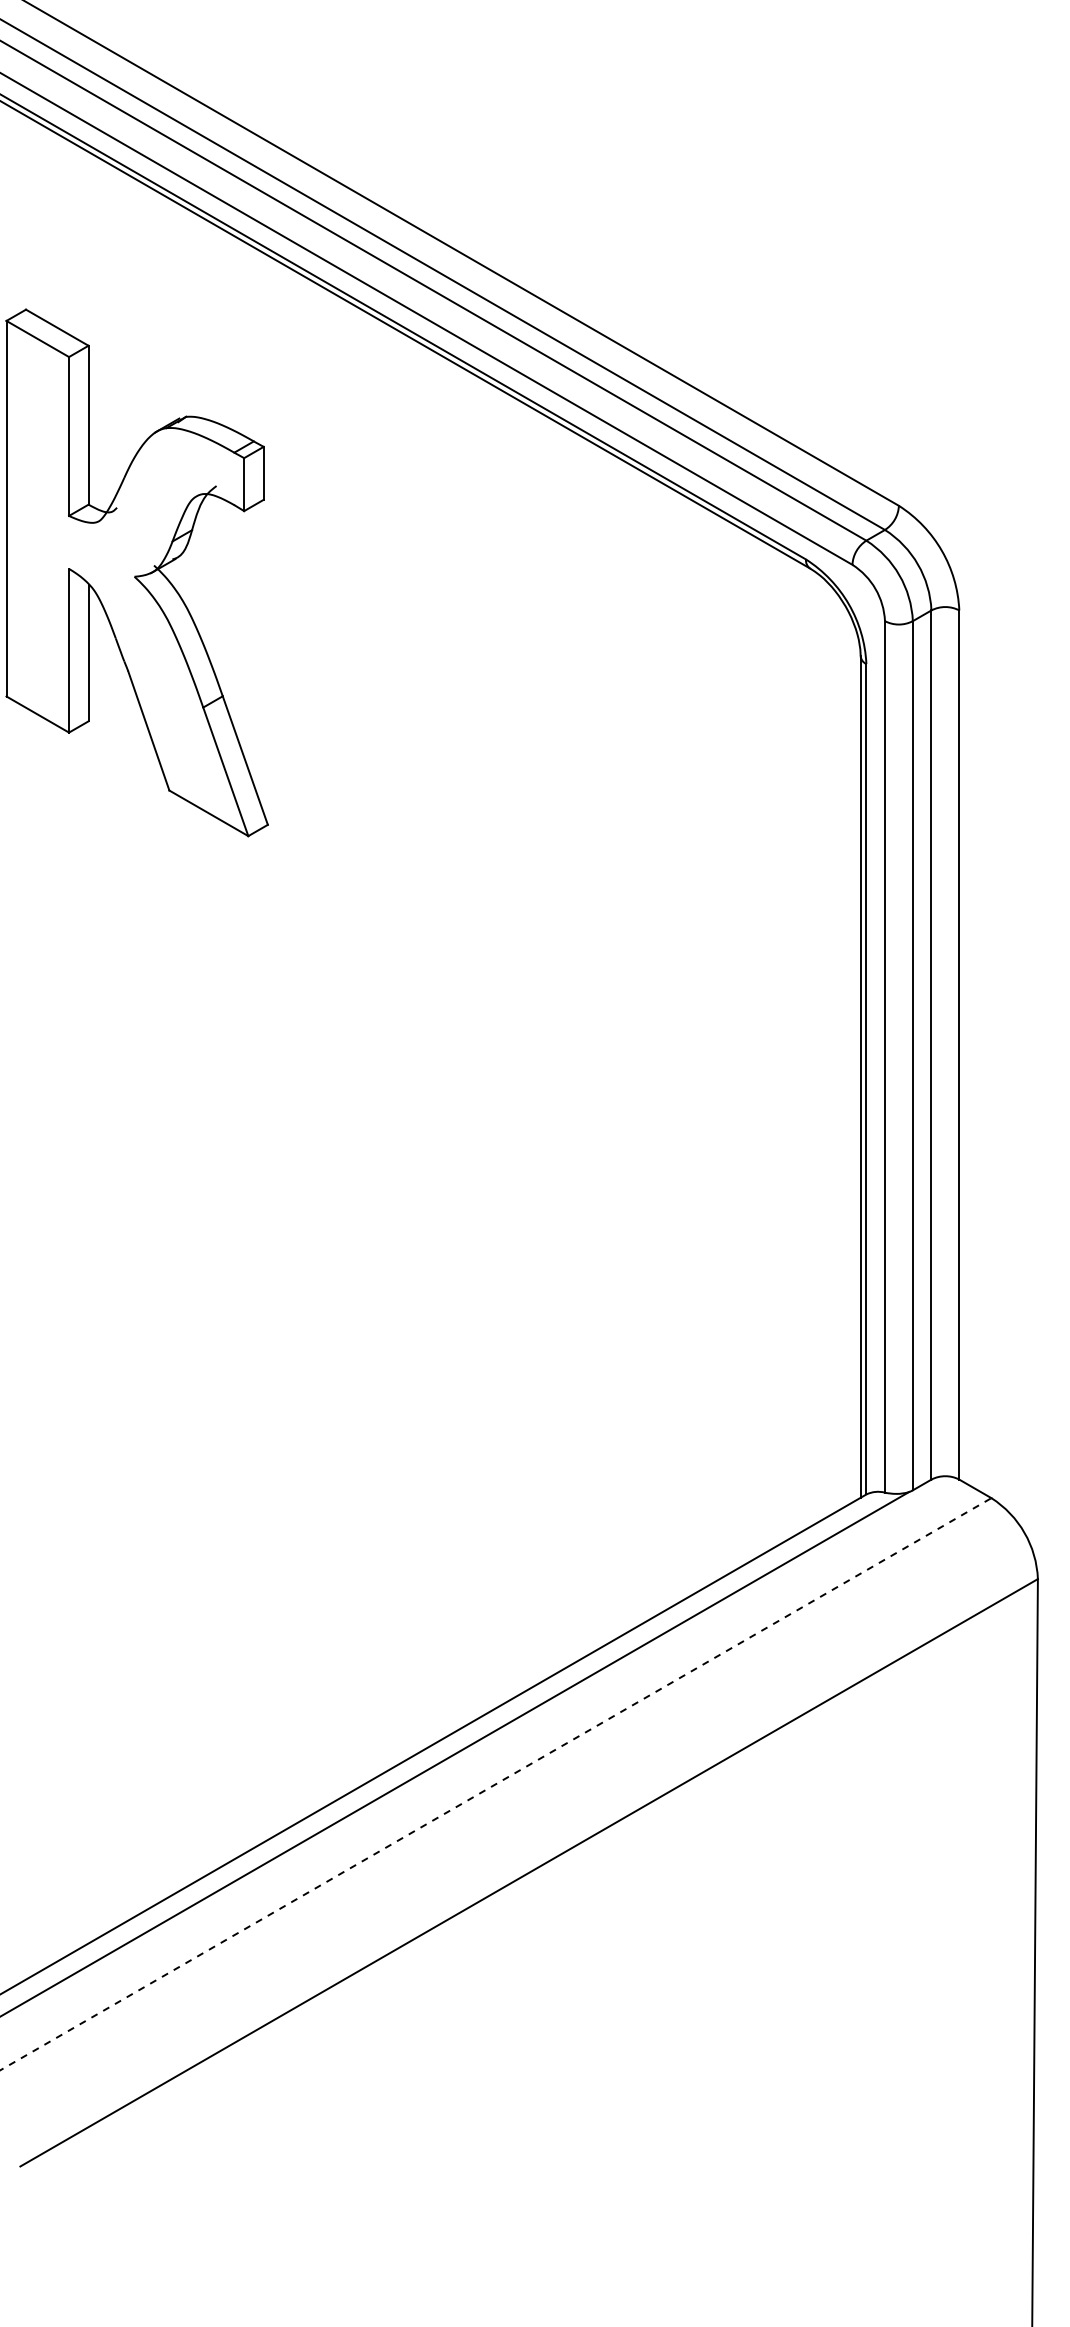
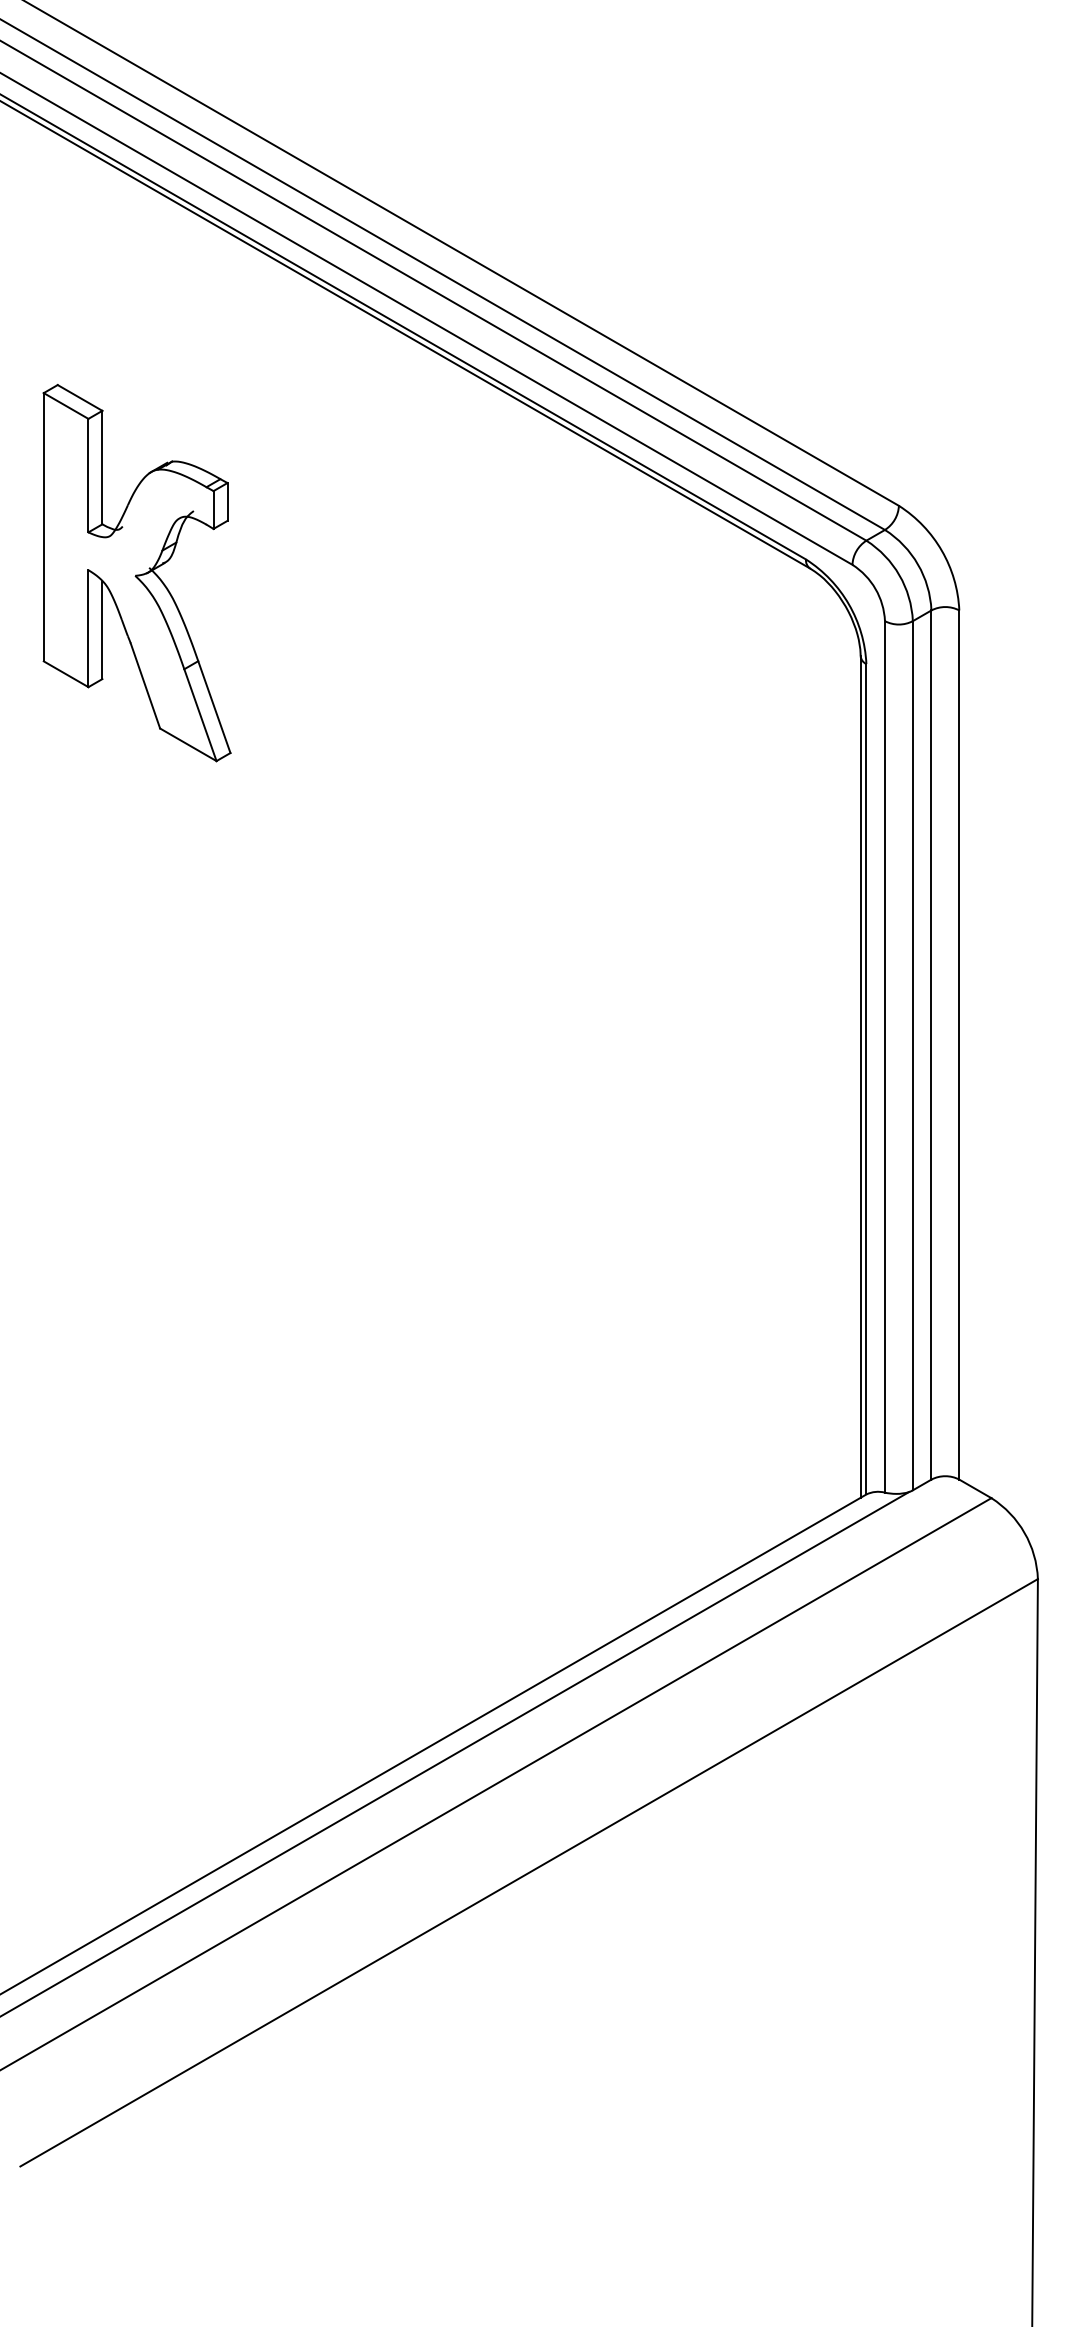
part at (136, 572) size: 264x530 px -> 190x379 px
line at (496, 1784): dashed -> solid
